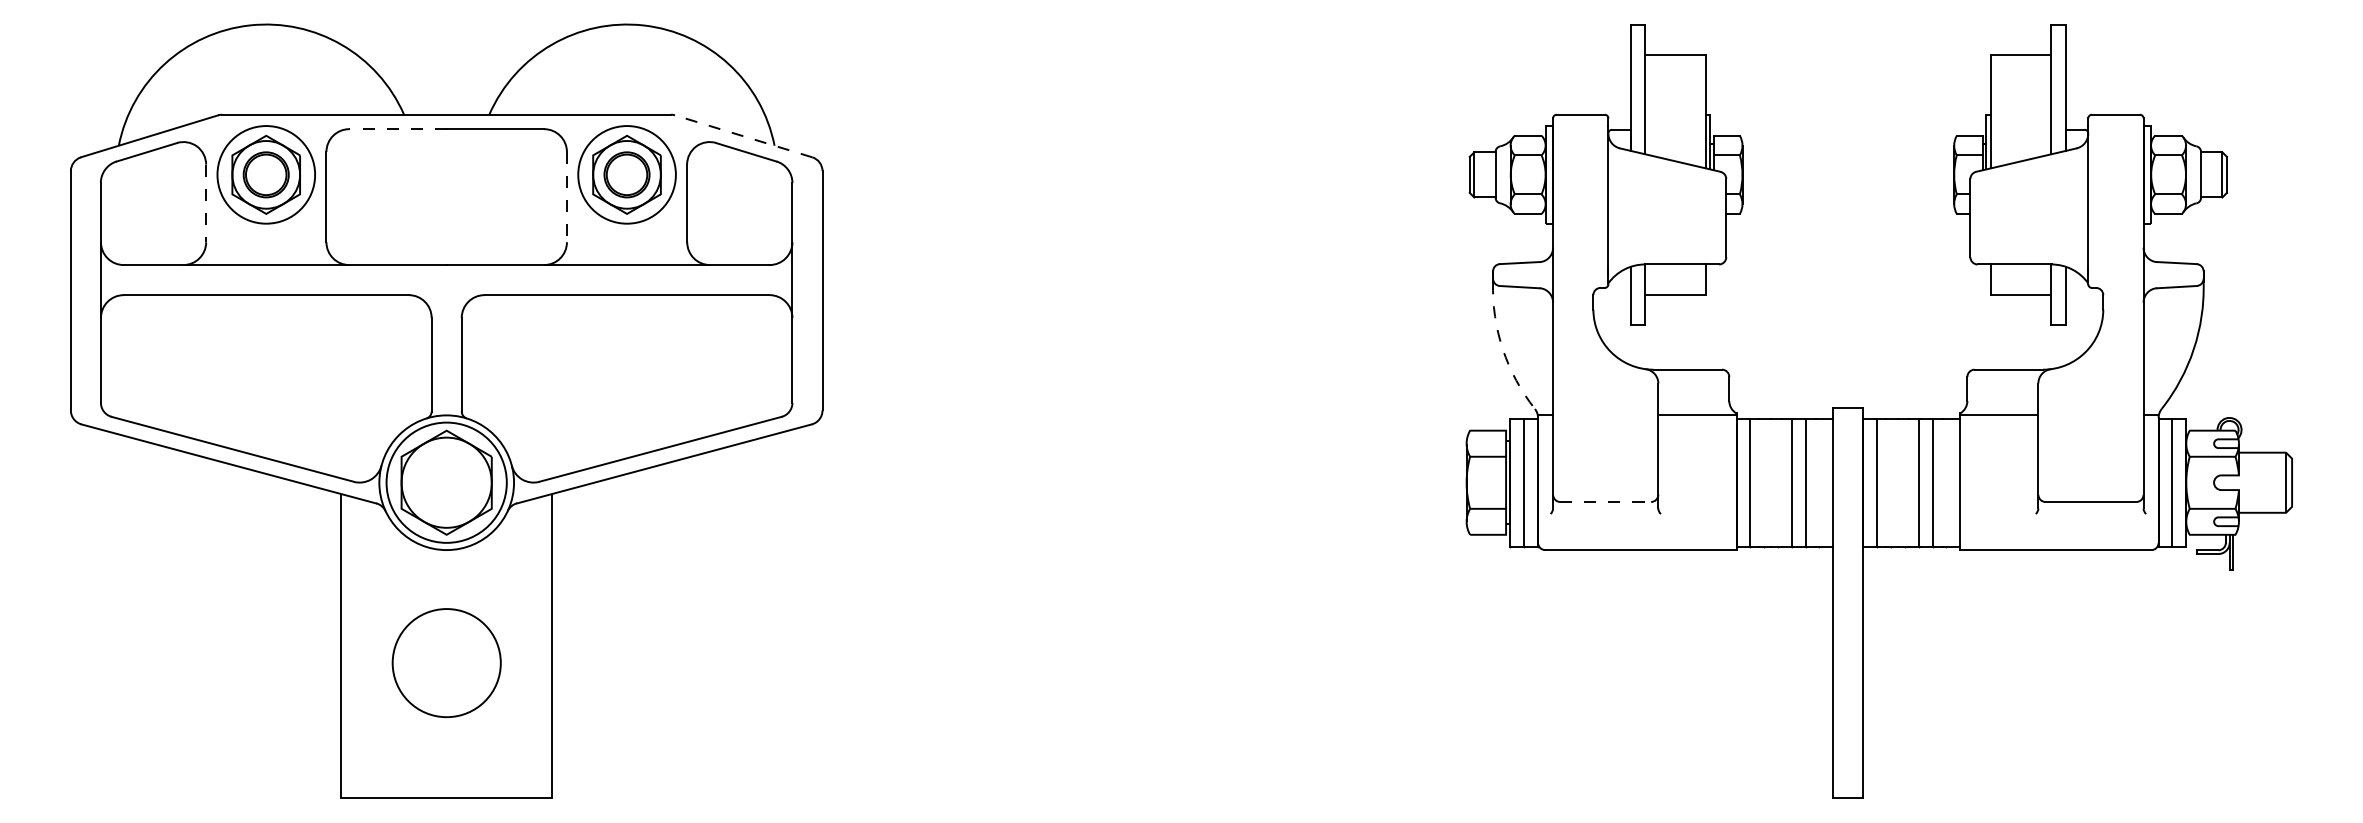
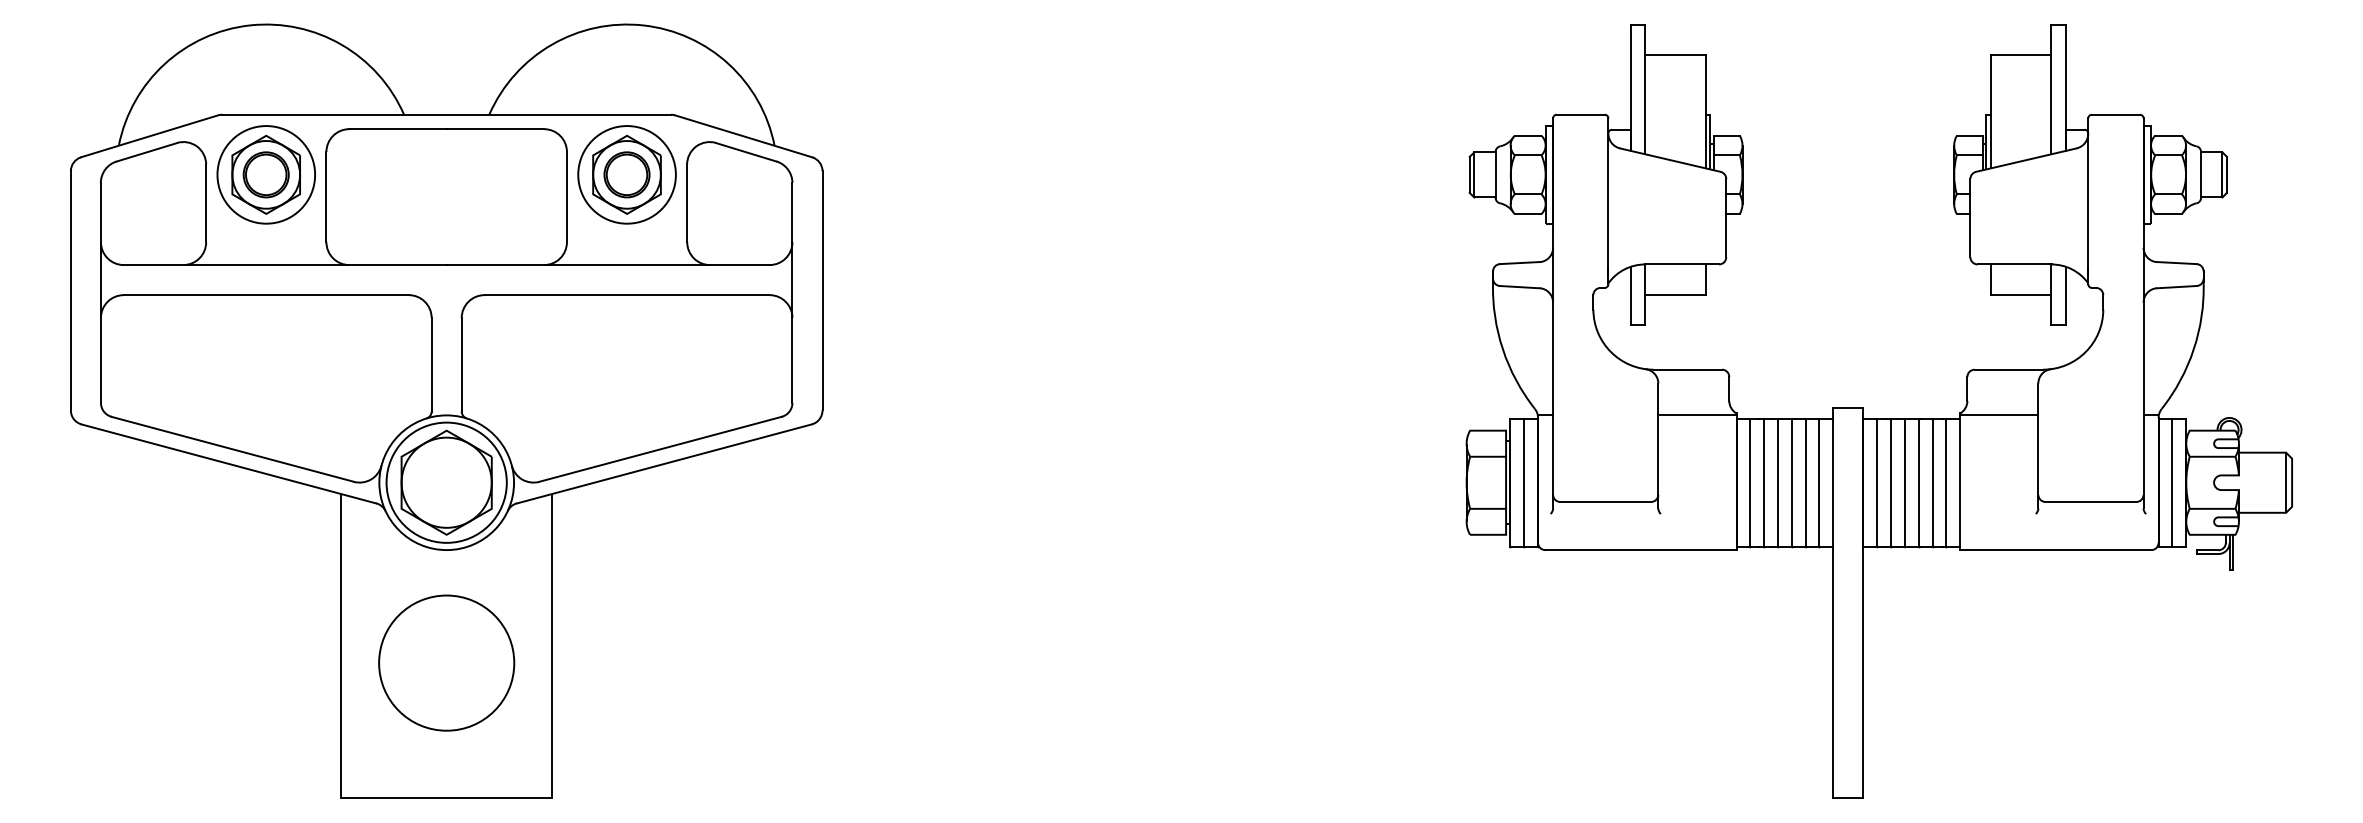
line at (397, 129): dashed -> solid
line at (743, 136): dashed -> solid
line at (566, 197): dashed -> solid
line at (206, 203): dashed -> solid
arc at (1502, 349): dashed -> solid
line at (1764, 482): none -> present
line at (1777, 482): none -> present
line at (1819, 482): none -> present
line at (1891, 482): none -> present
line at (1904, 482): none -> present
line at (1946, 482): none -> present
line at (1606, 501): dashed -> solid
circle at (446, 663) size: 111x111 px -> 138x138 px
